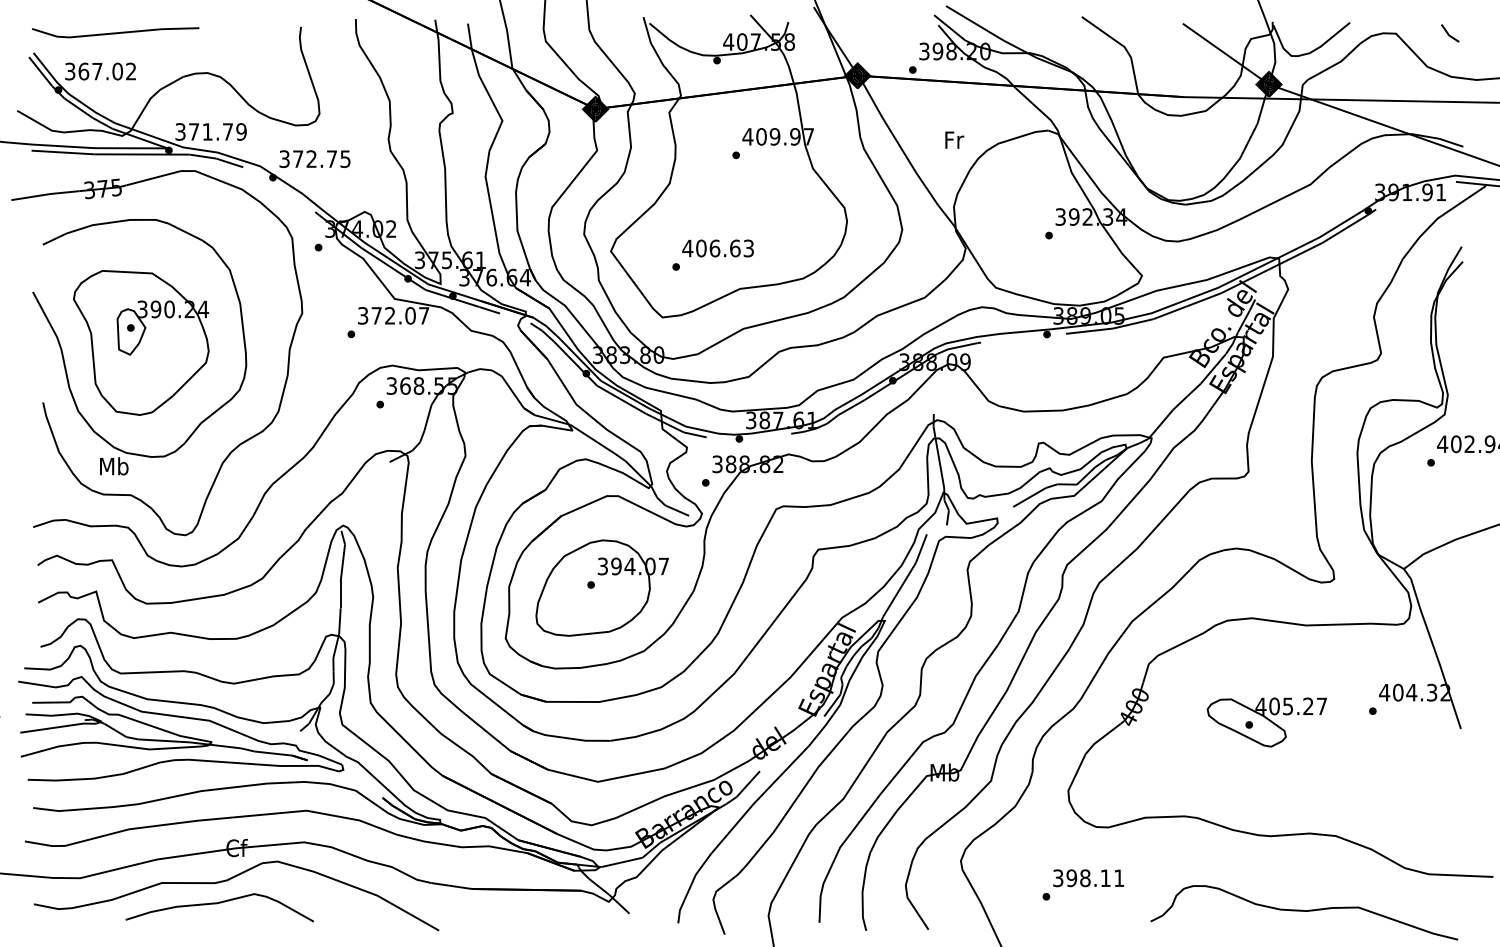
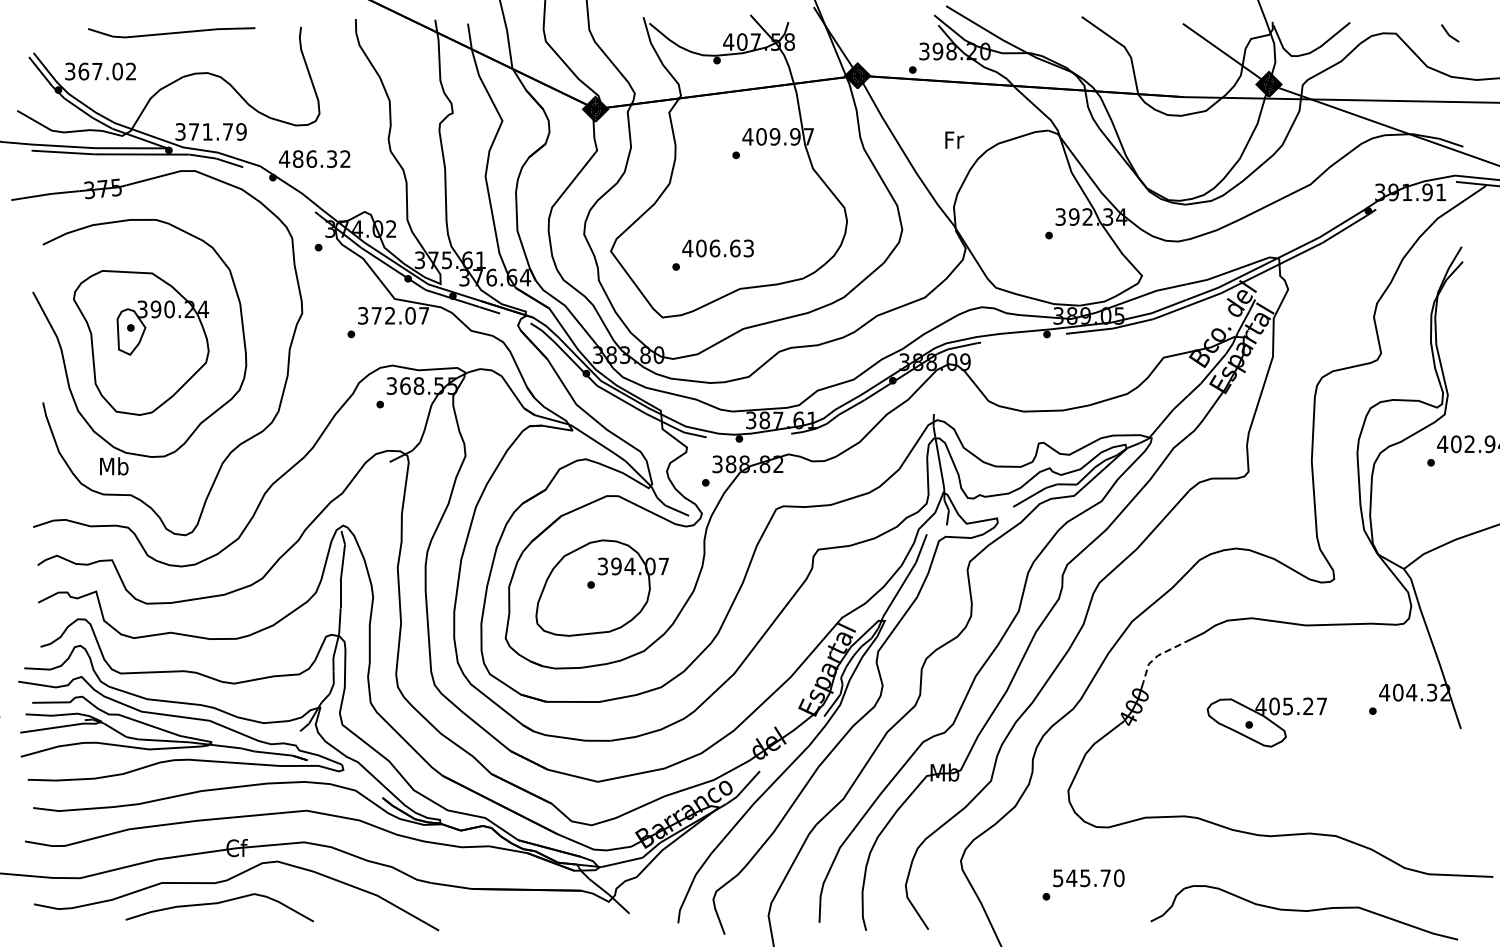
line at (115, 32) position: (115, 32) -> (171, 32)
text at (314, 159): 372.75 -> 486.32
line at (1158, 655): solid -> dashed
text at (1088, 878): 398.11 -> 545.70
